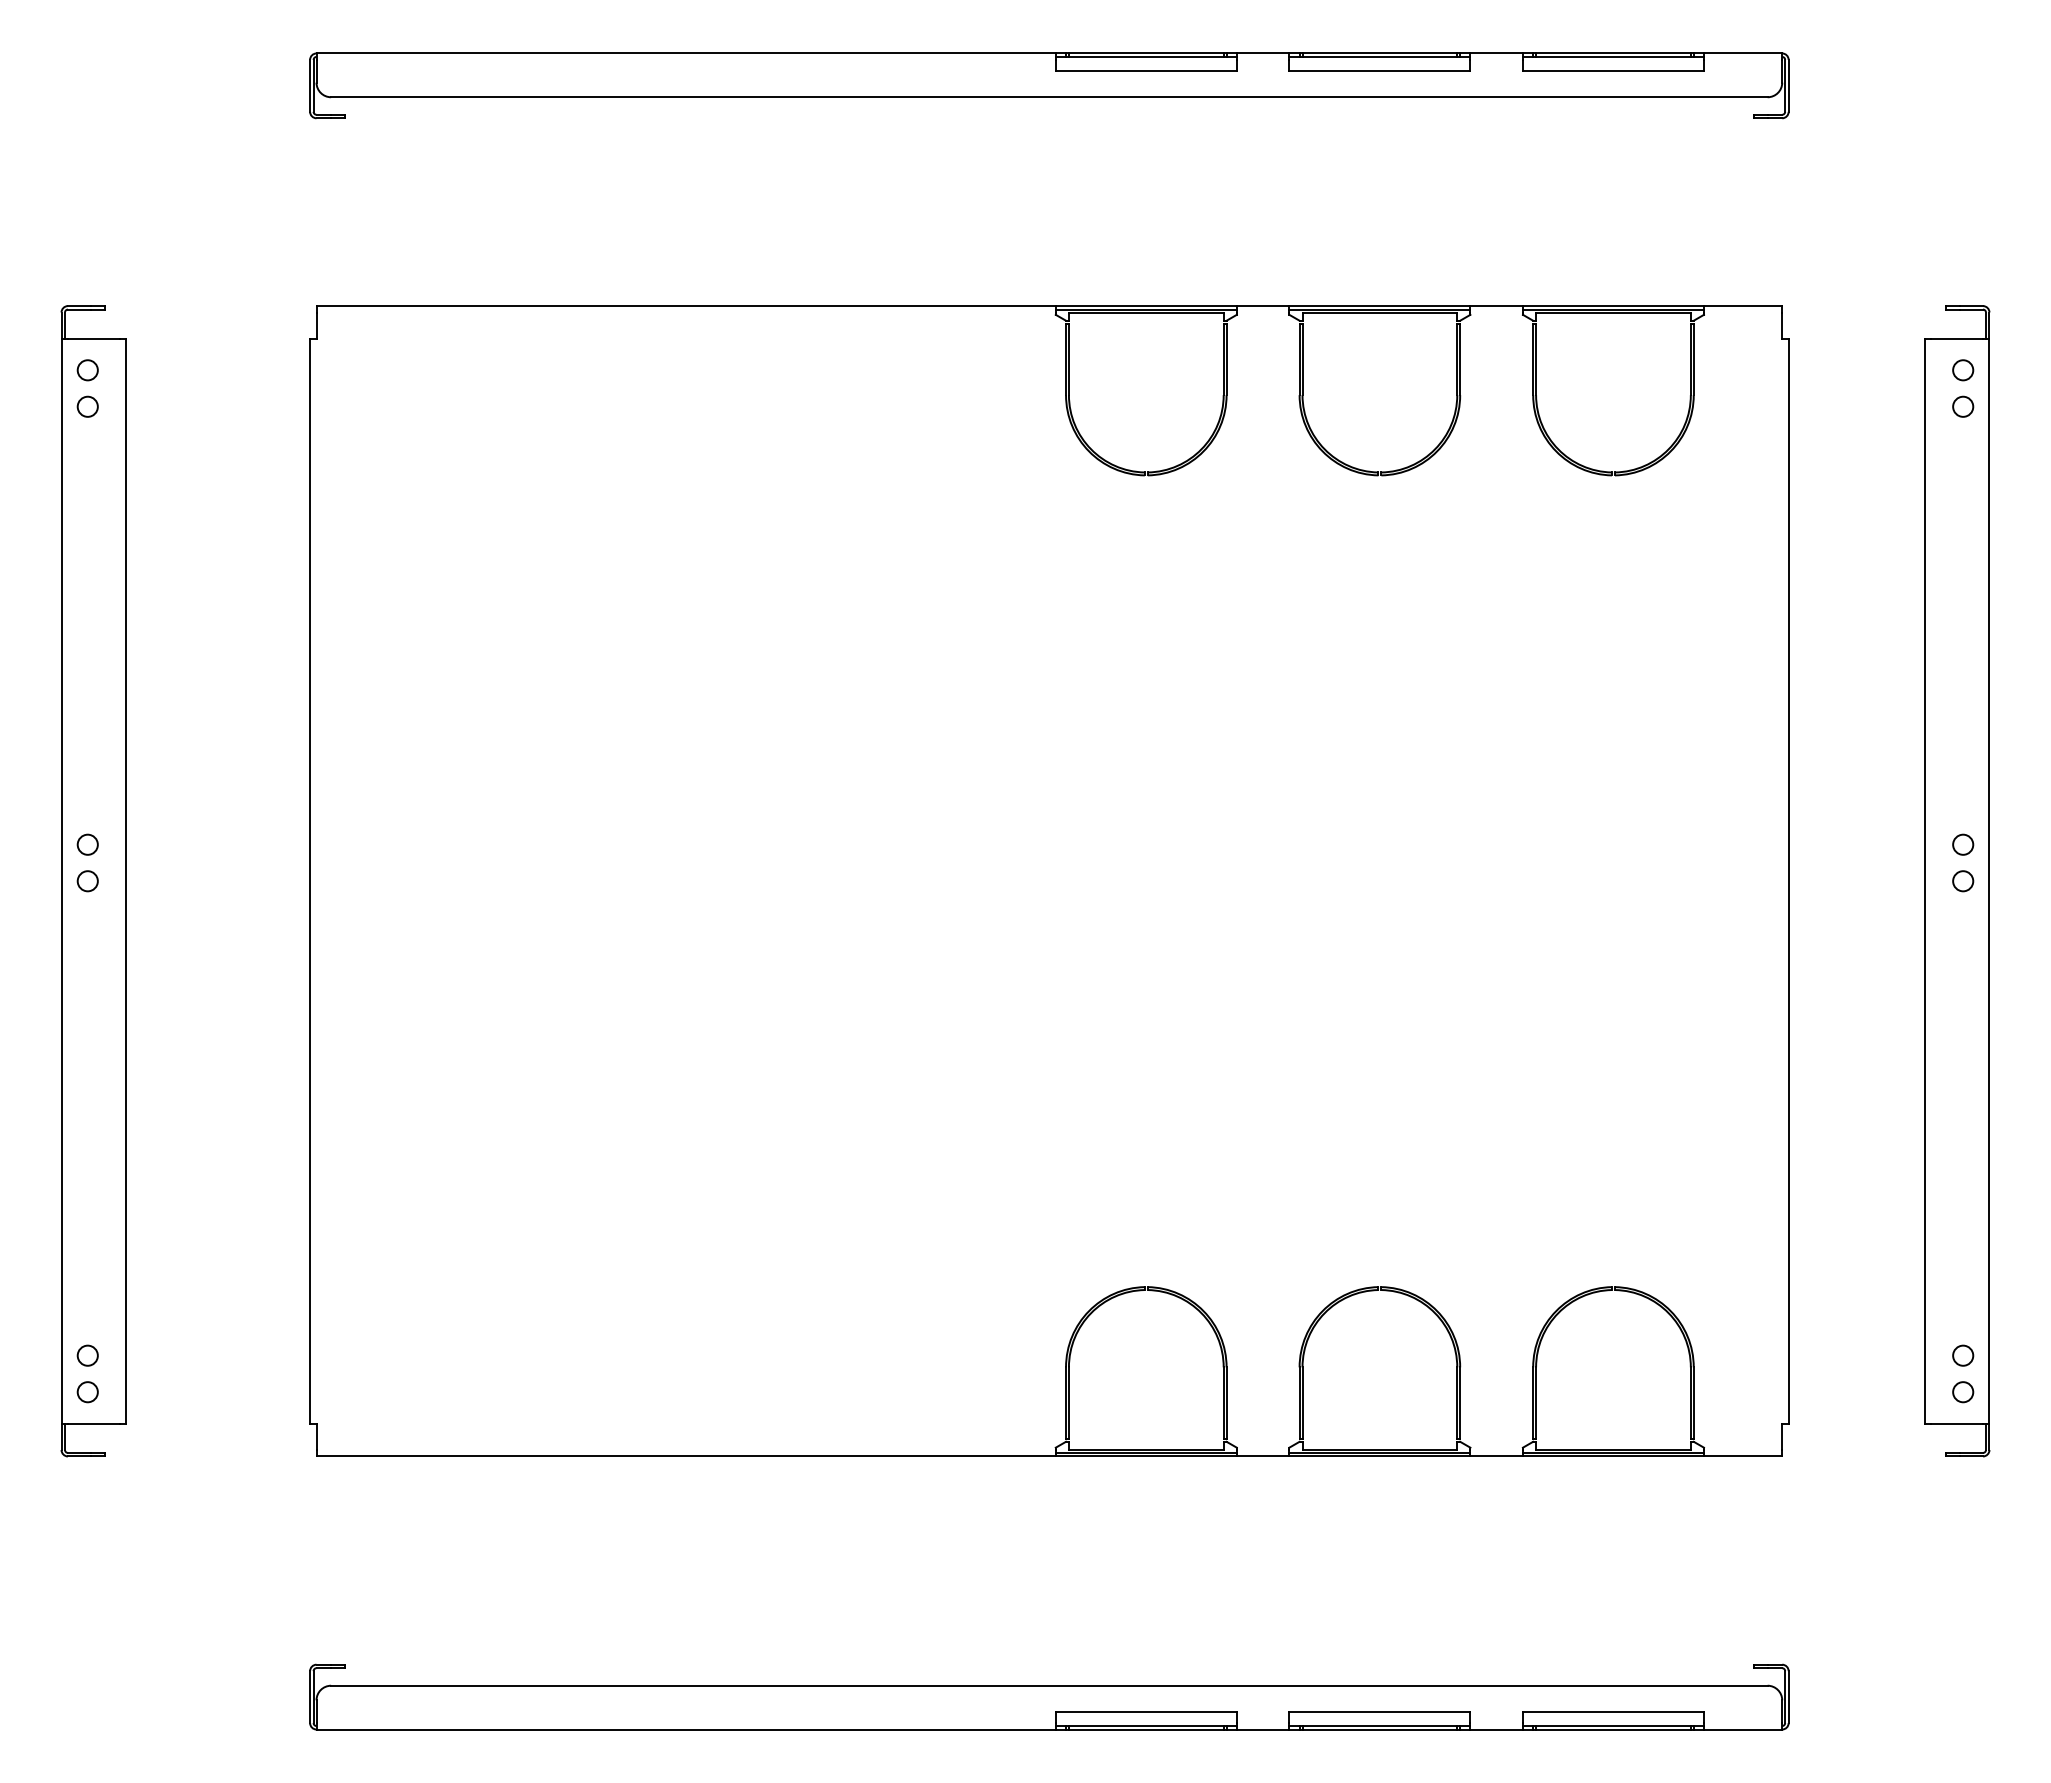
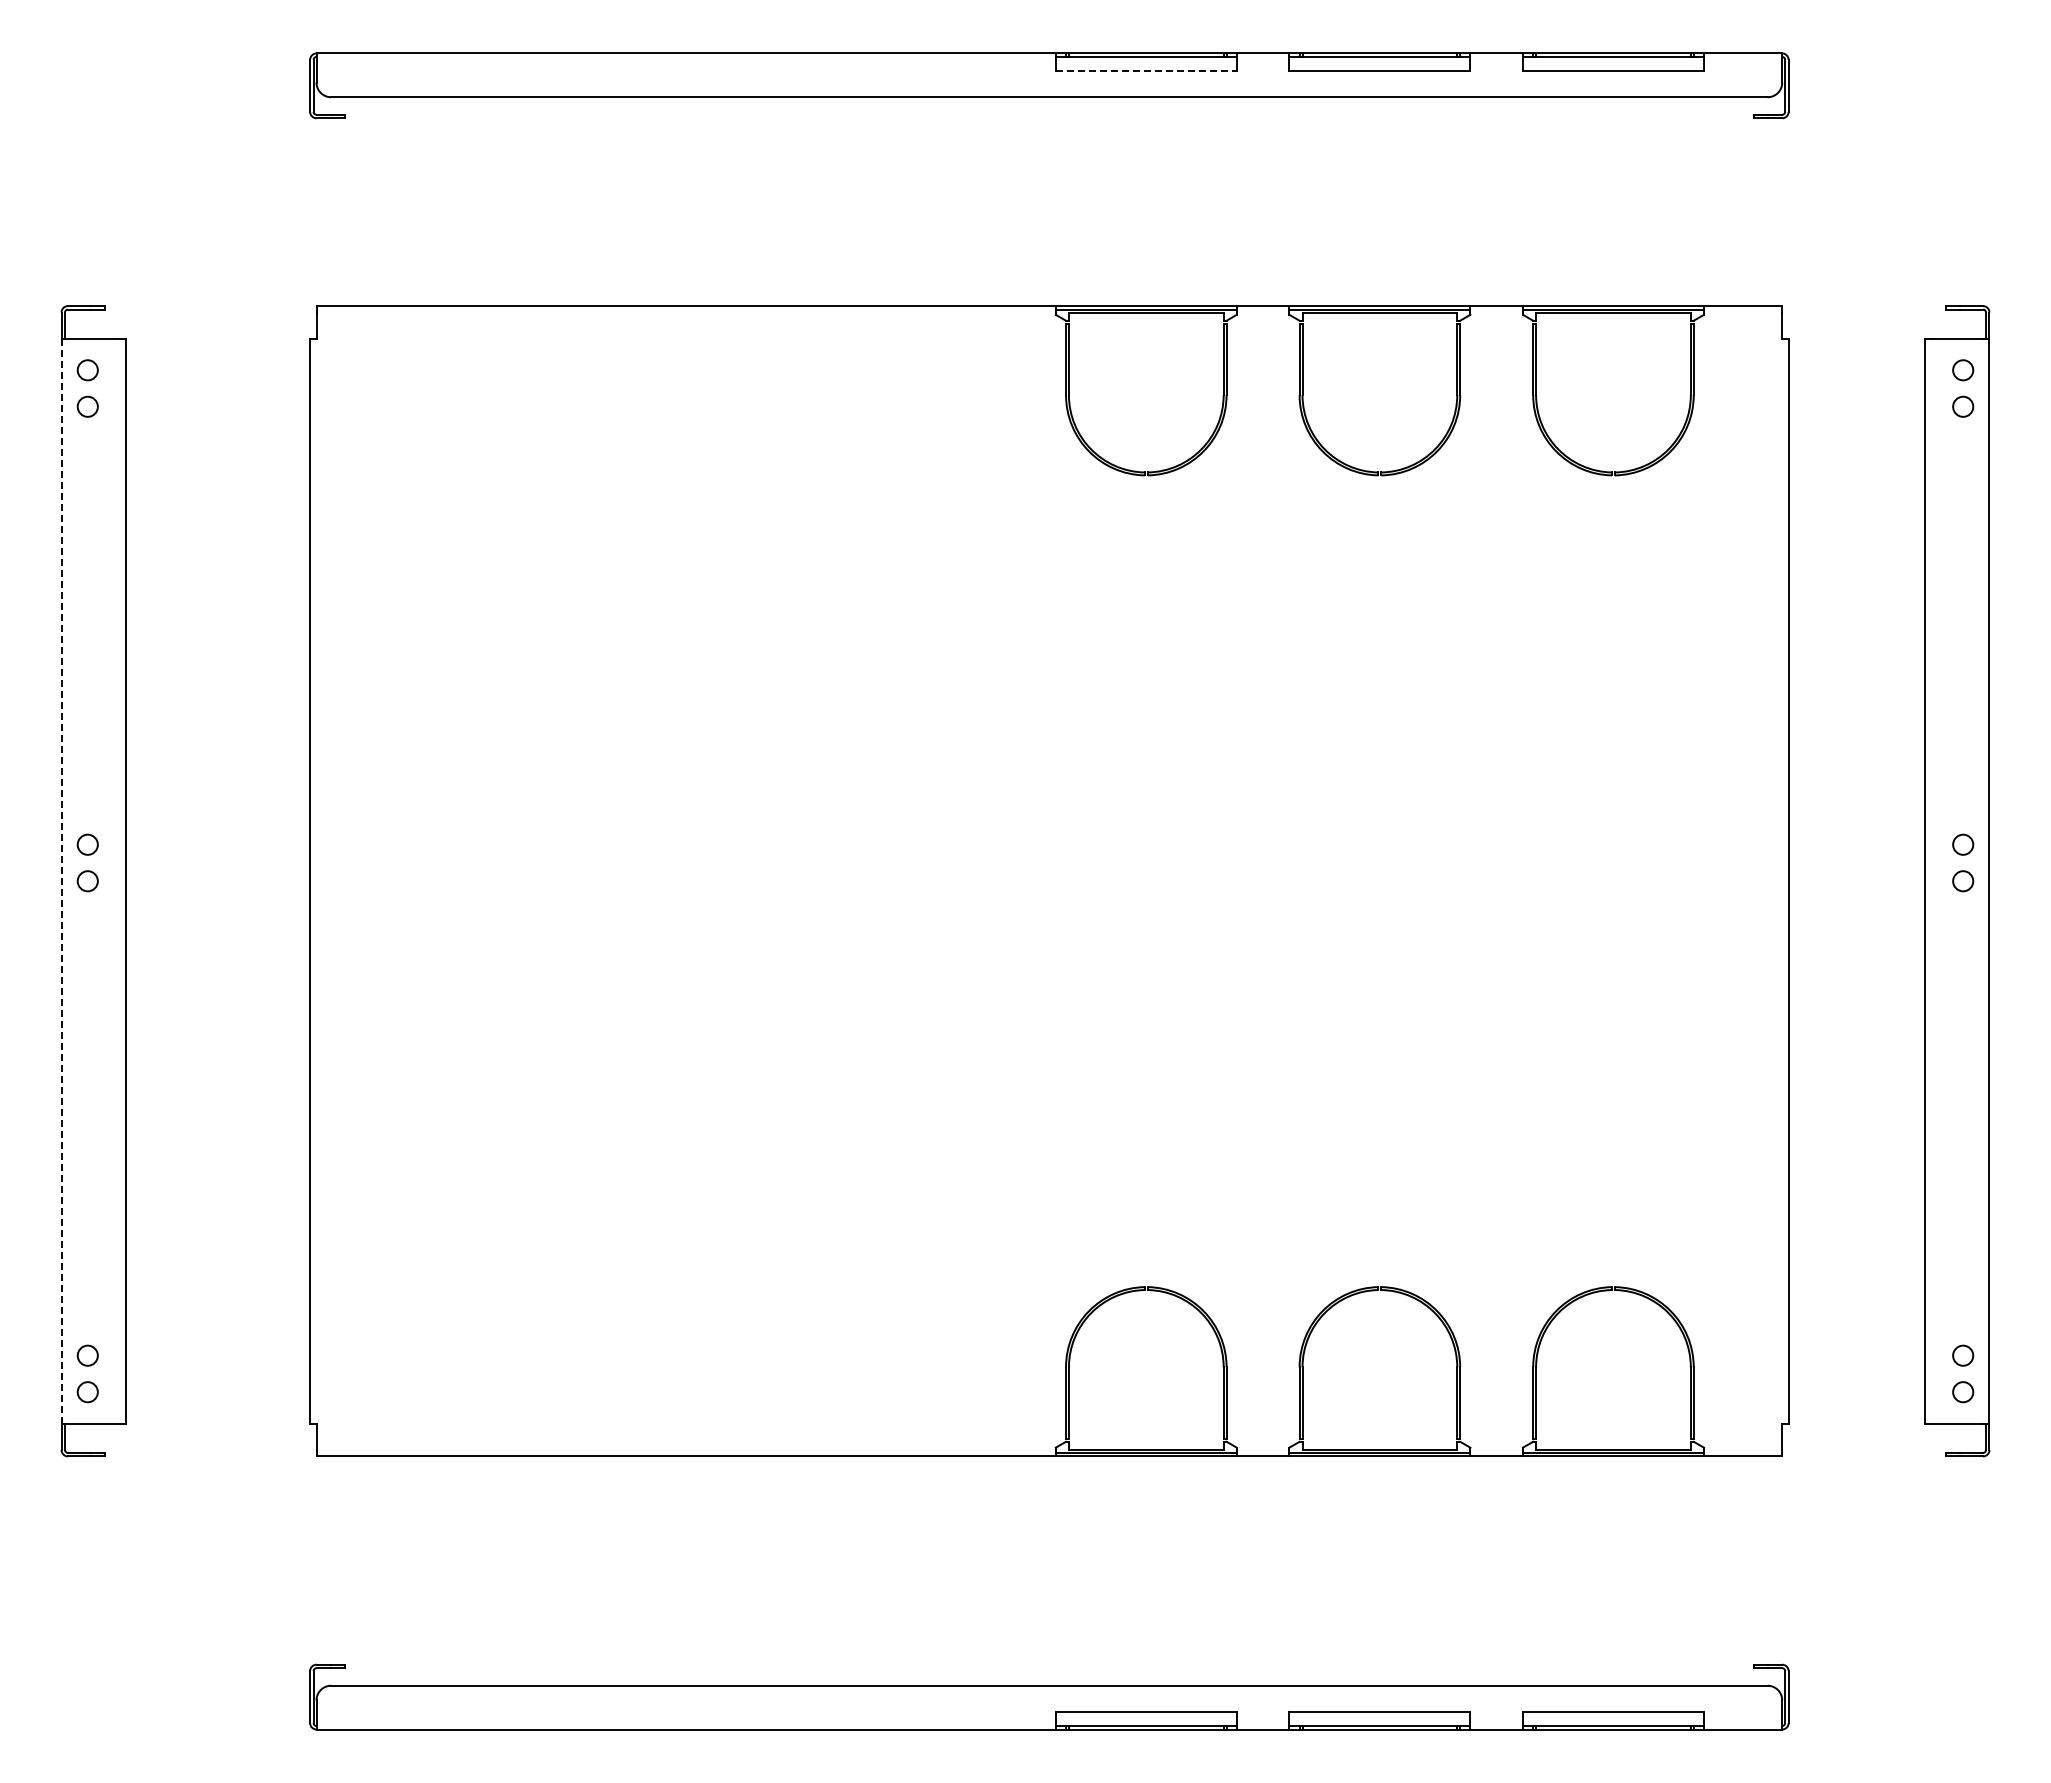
line at (1146, 70): solid -> dashed
line at (61, 880): solid -> dashed
